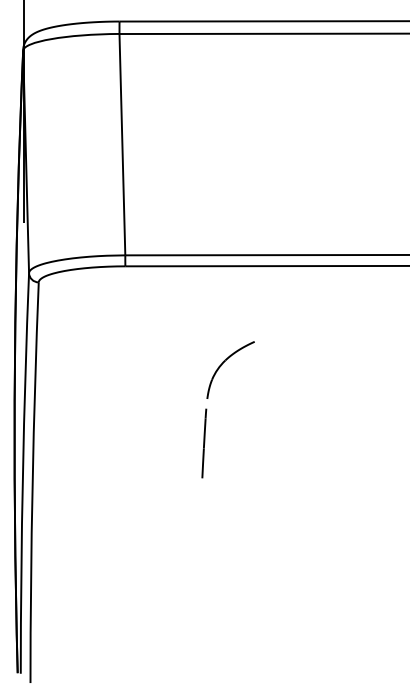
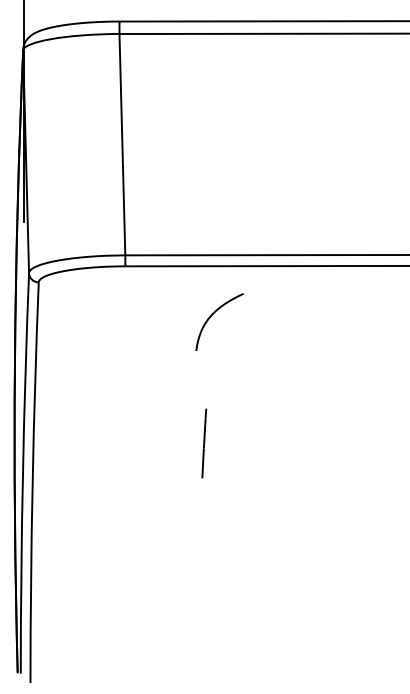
part at (224, 362) position: (224, 362) -> (213, 314)
